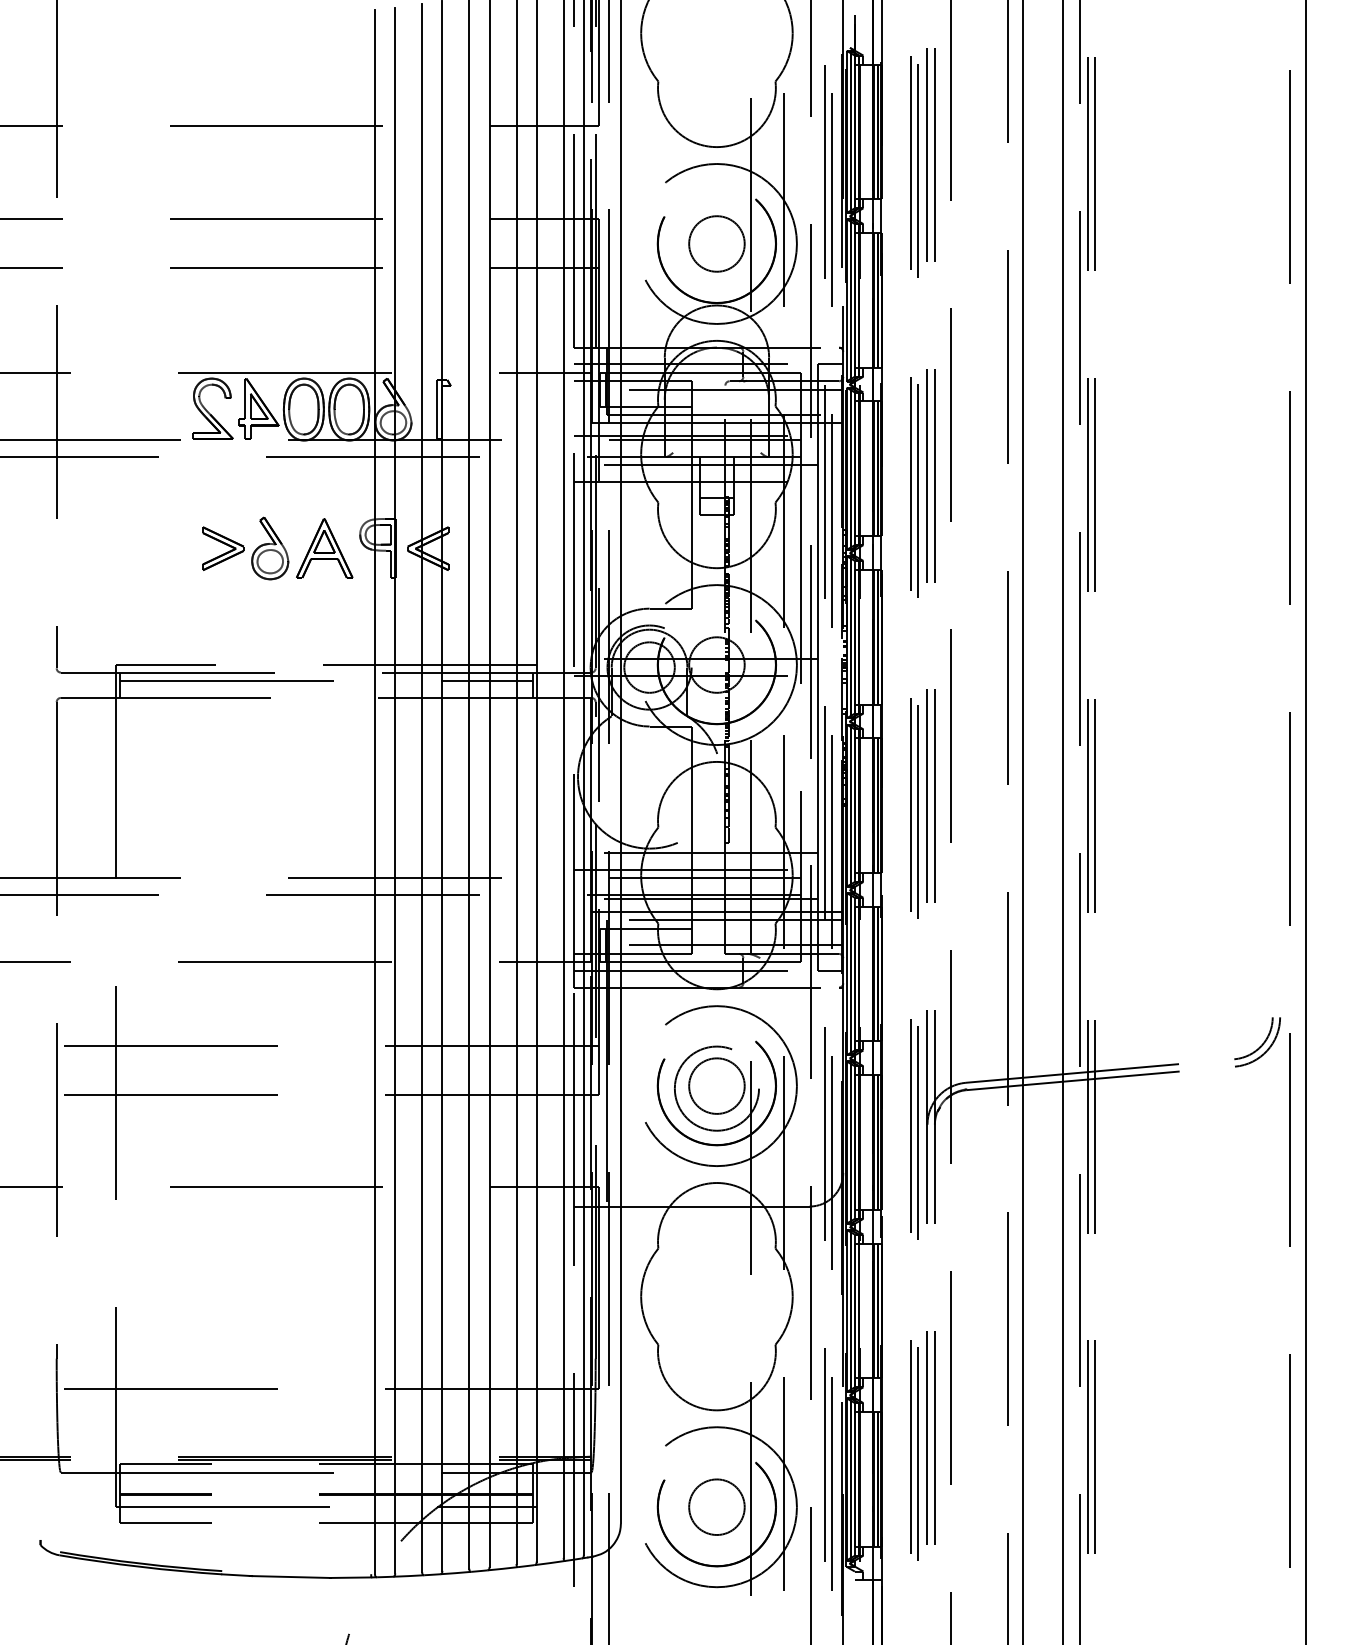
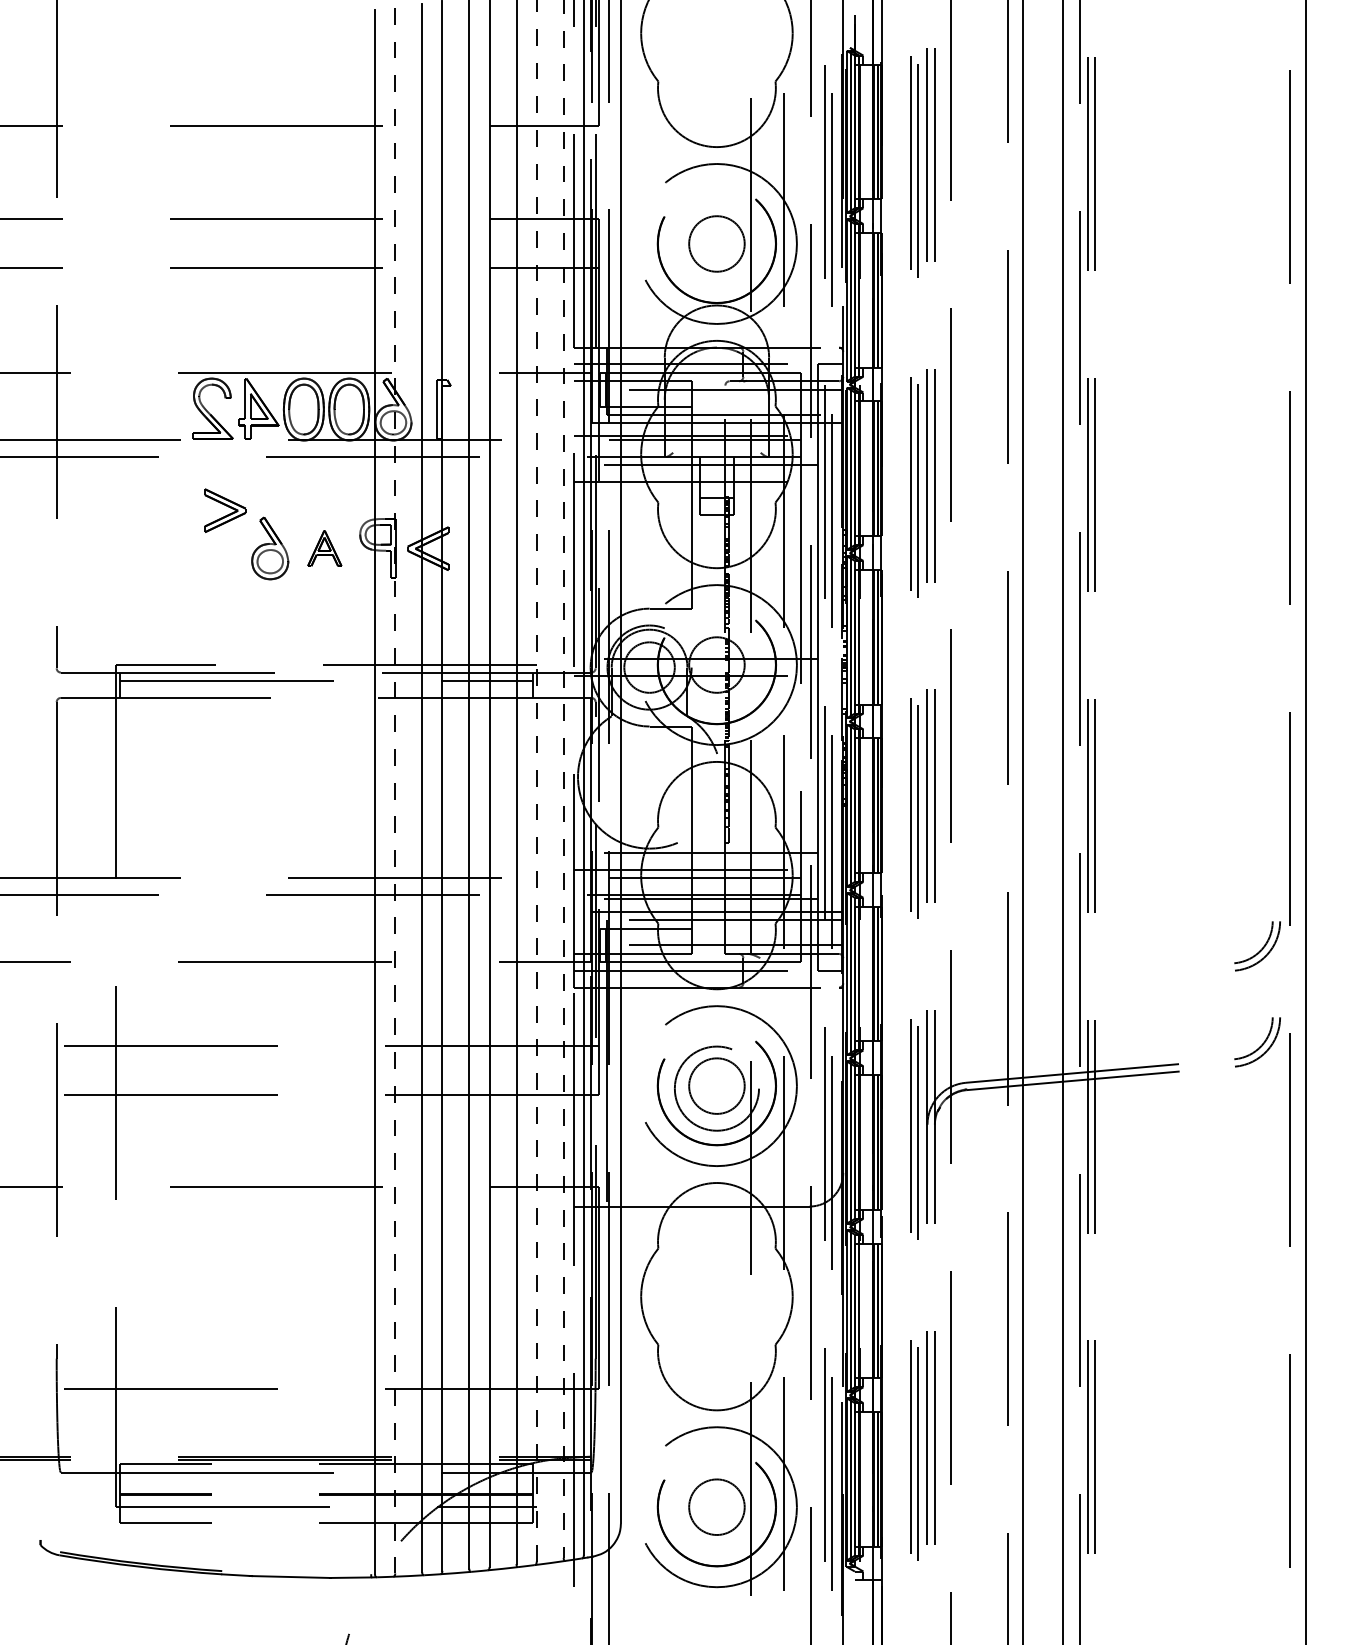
part at (223, 548) position: (223, 548) -> (225, 510)
part at (324, 548) size: 58x61 px -> 36x37 px
line at (563, 779): solid -> dashed
line at (536, 780): solid -> dashed
line at (395, 790): solid -> dashed
part at (1257, 946): none -> present
